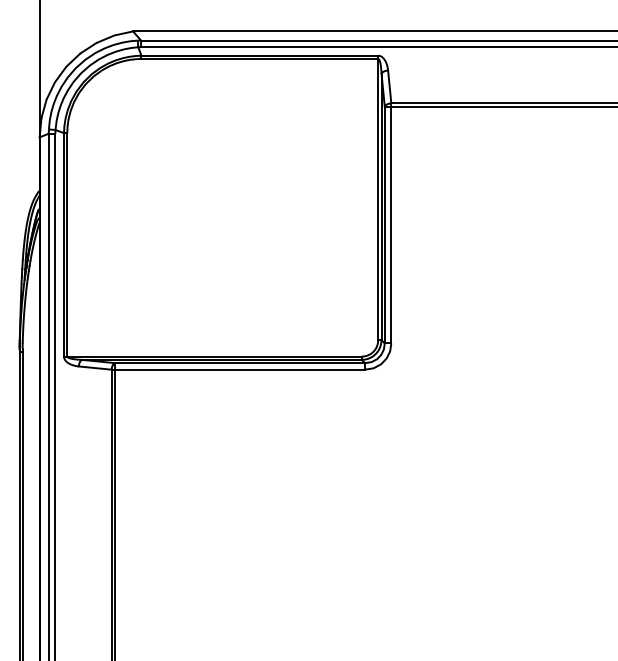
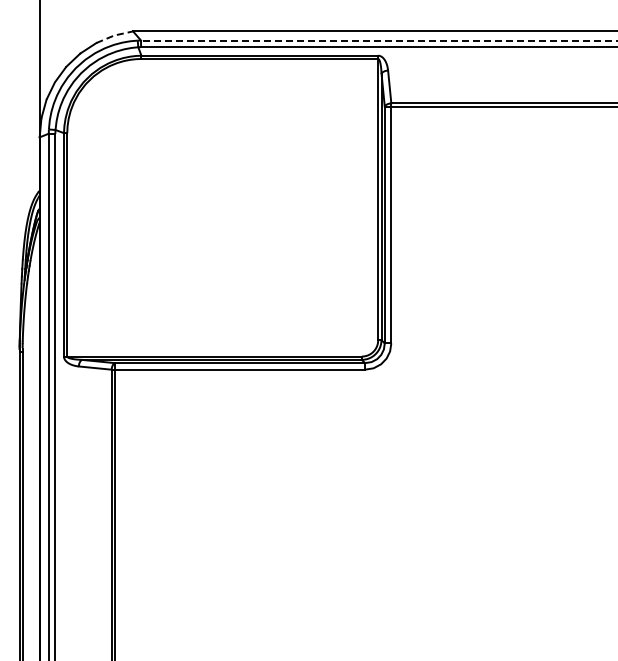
line at (114, 35): solid -> dashed
line at (378, 40): solid -> dashed
